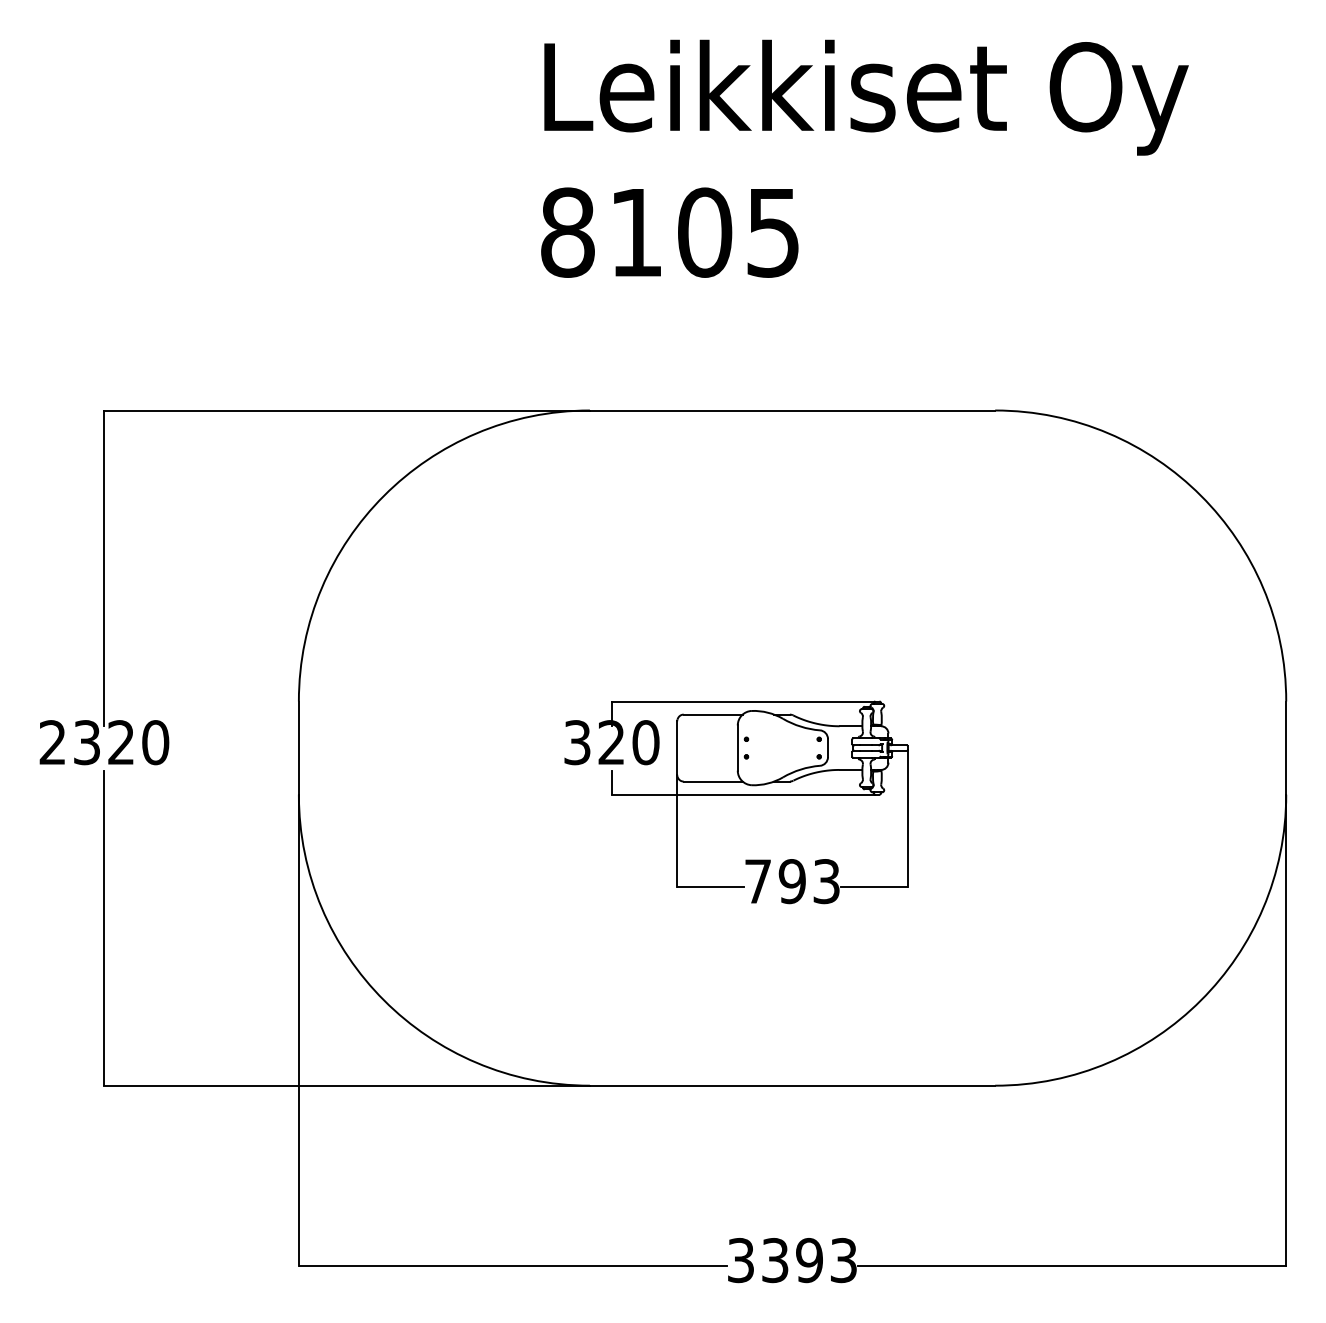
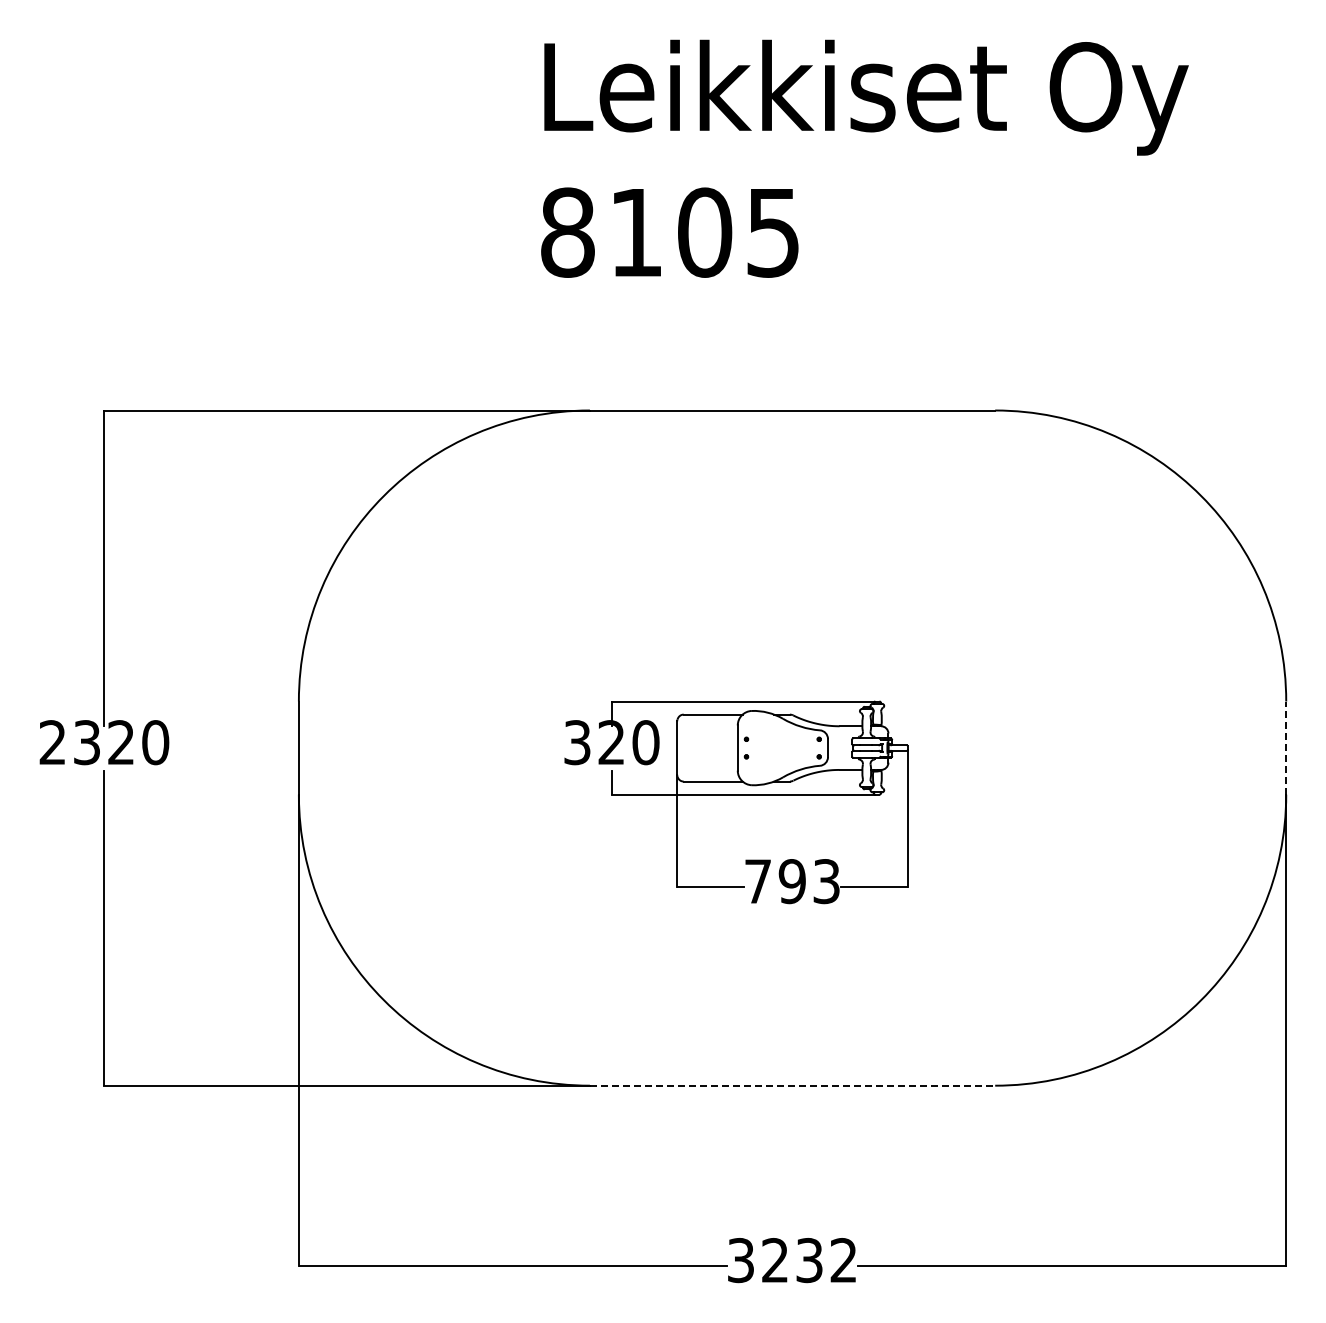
line at (1286, 748): solid -> dashed
line at (792, 1085): solid -> dashed
text at (809, 1260): 3393 -> 3232
